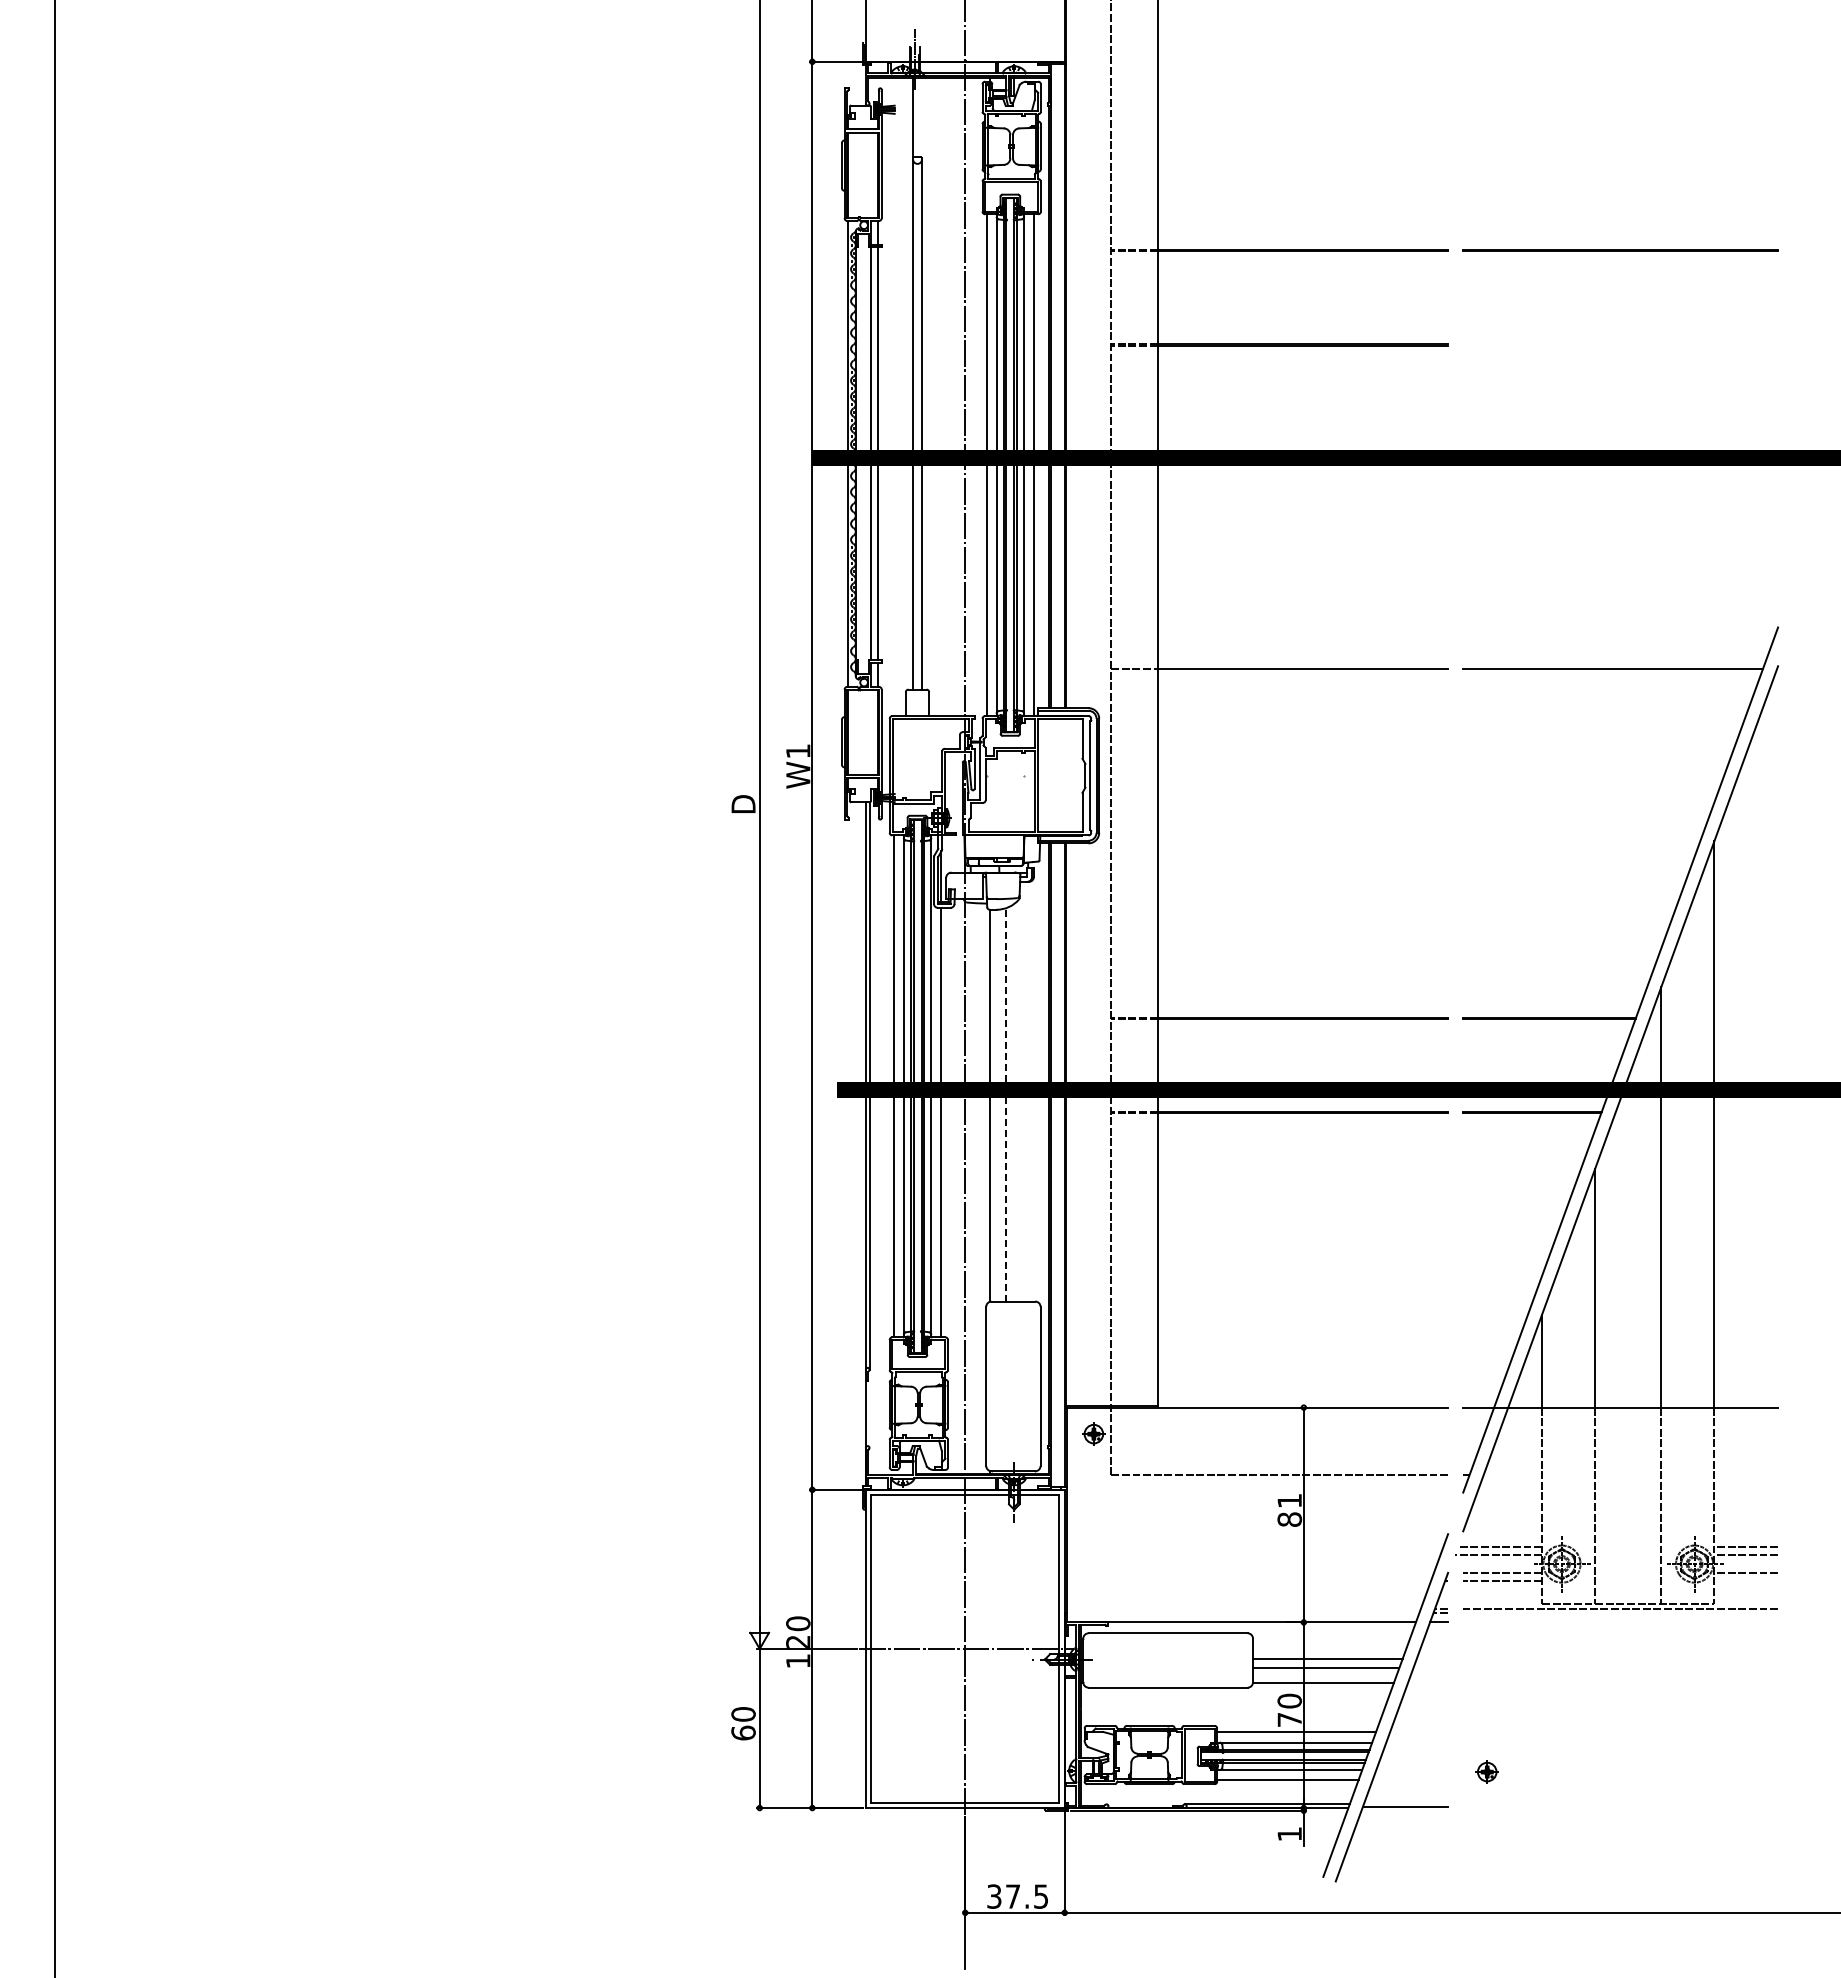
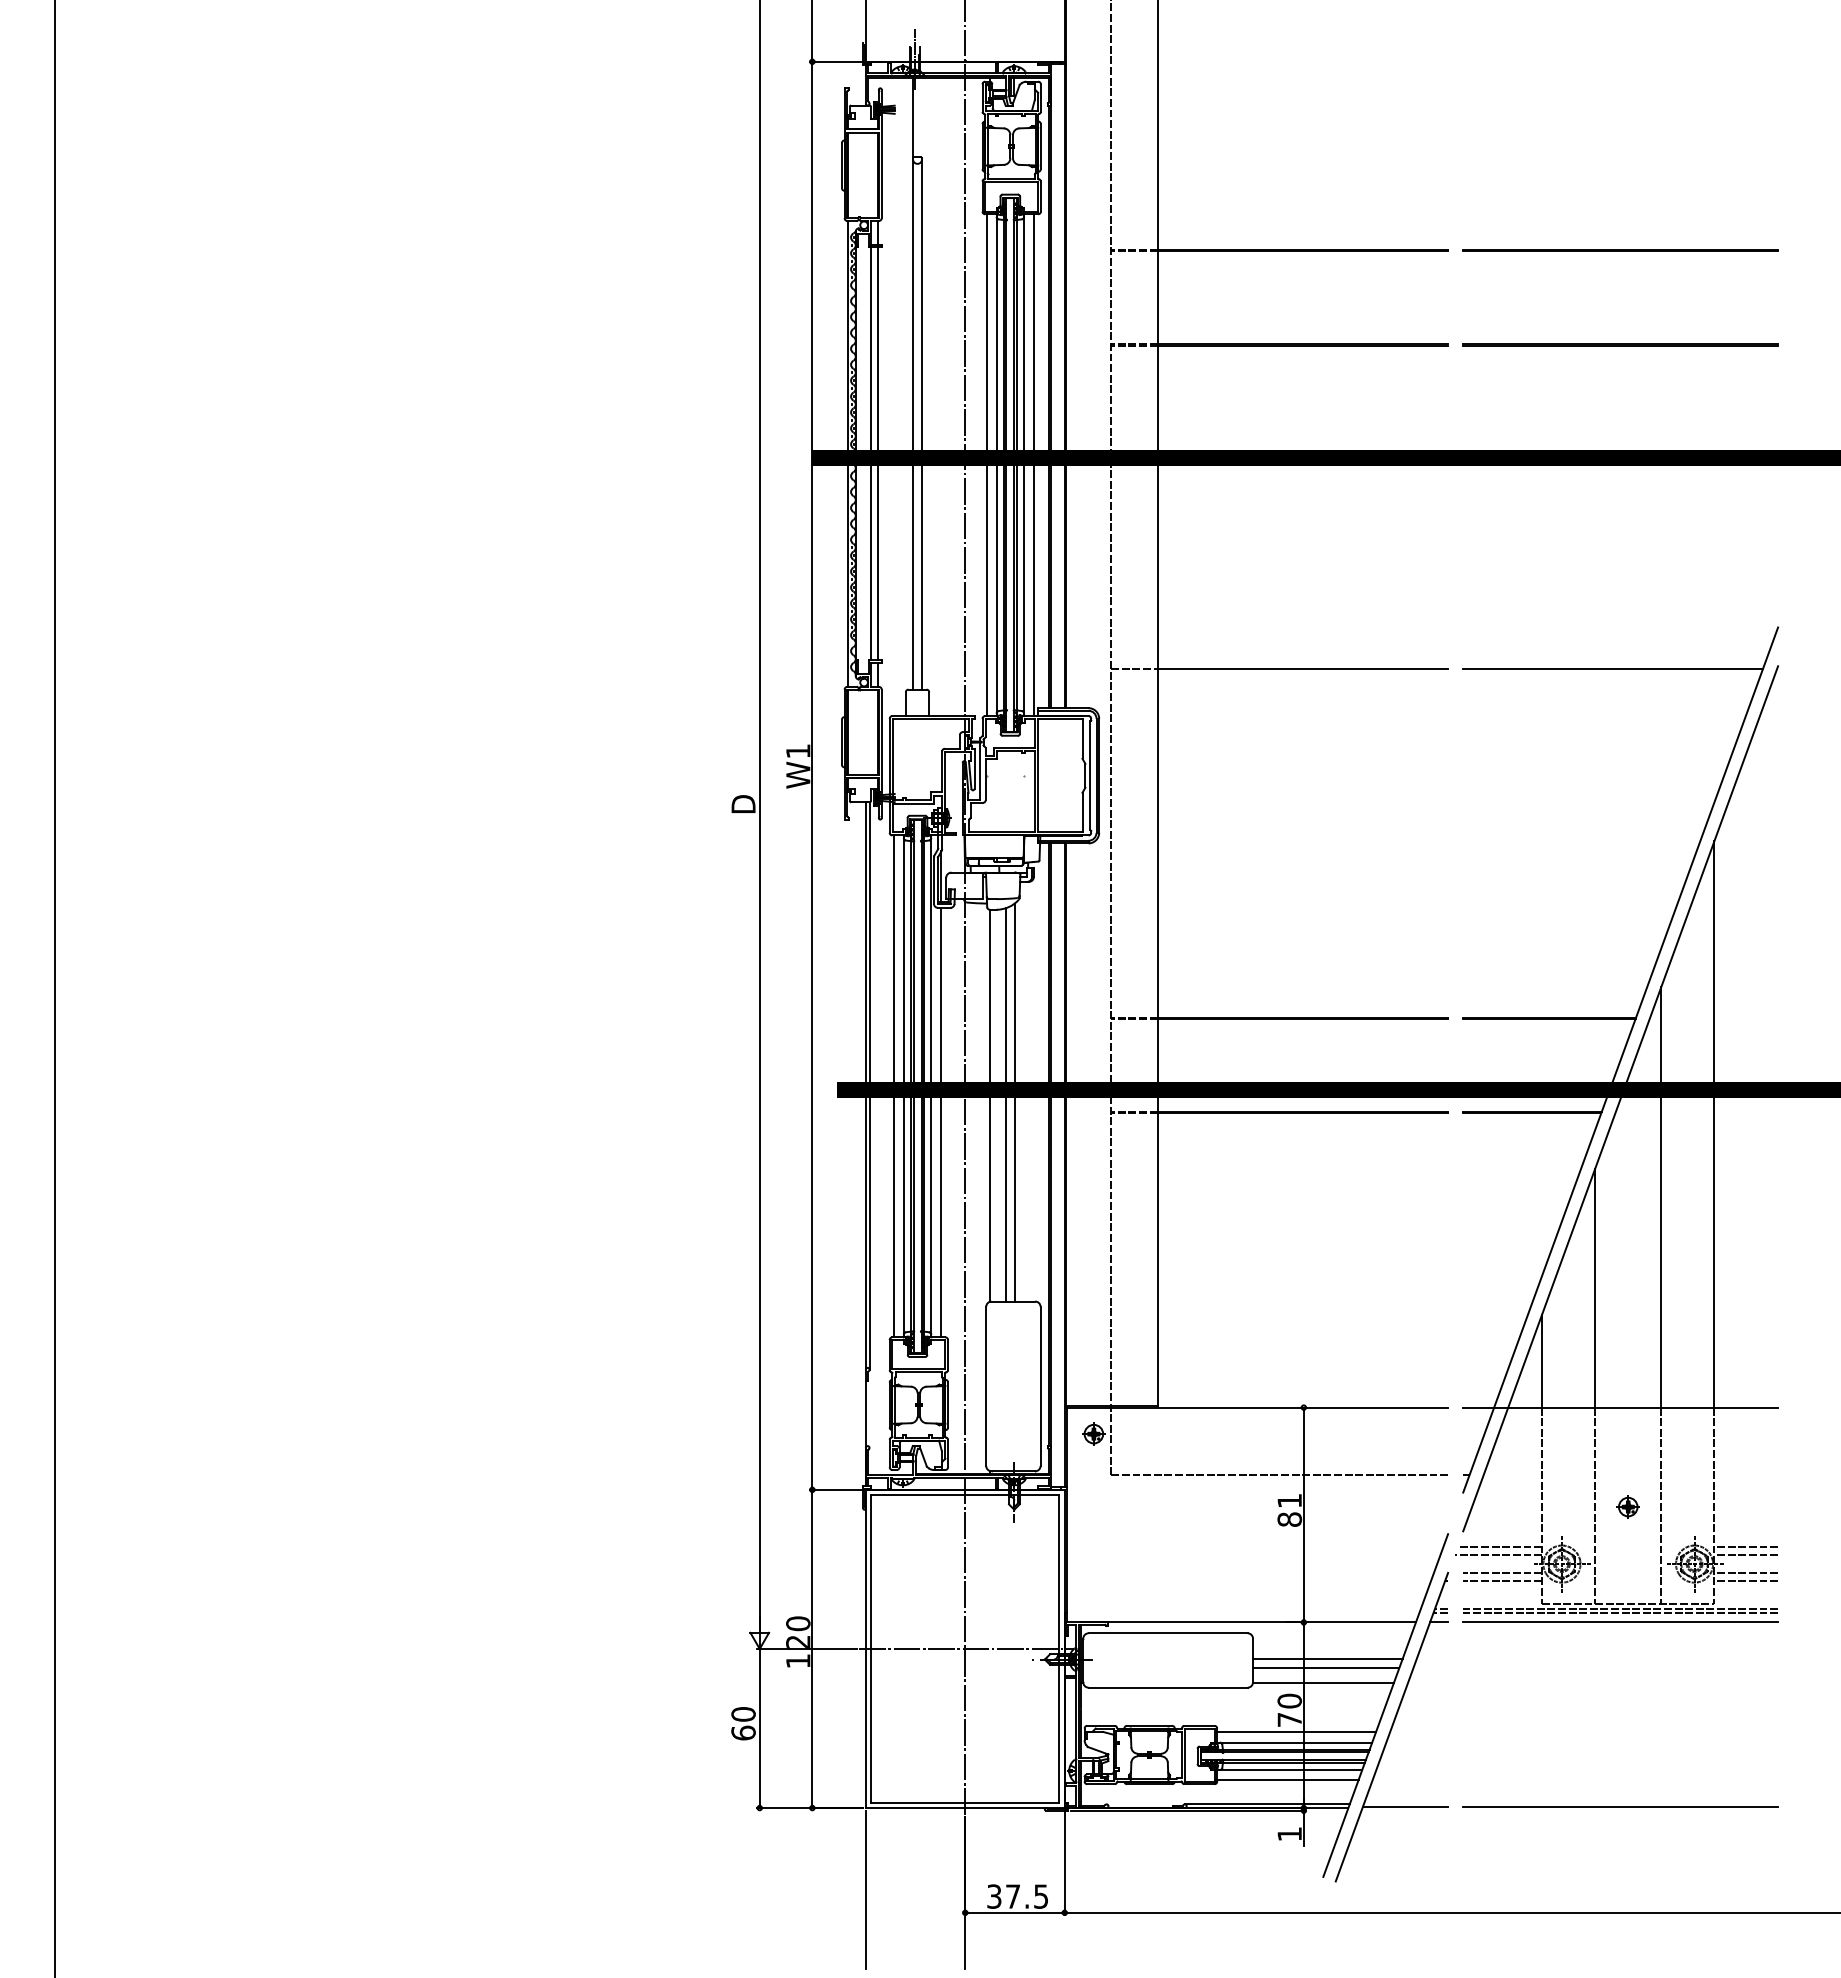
line at (1620, 344): none -> present
line at (1014, 1102): none -> present
line at (1005, 1104): dashed -> solid
line at (1746, 1581): none -> present
line at (1620, 1613): none -> present
line at (1620, 1622): none -> present
part at (1486, 1771) position: (1486, 1771) -> (1627, 1506)
line at (1620, 1806): none -> present
line at (865, 1889): none -> present
